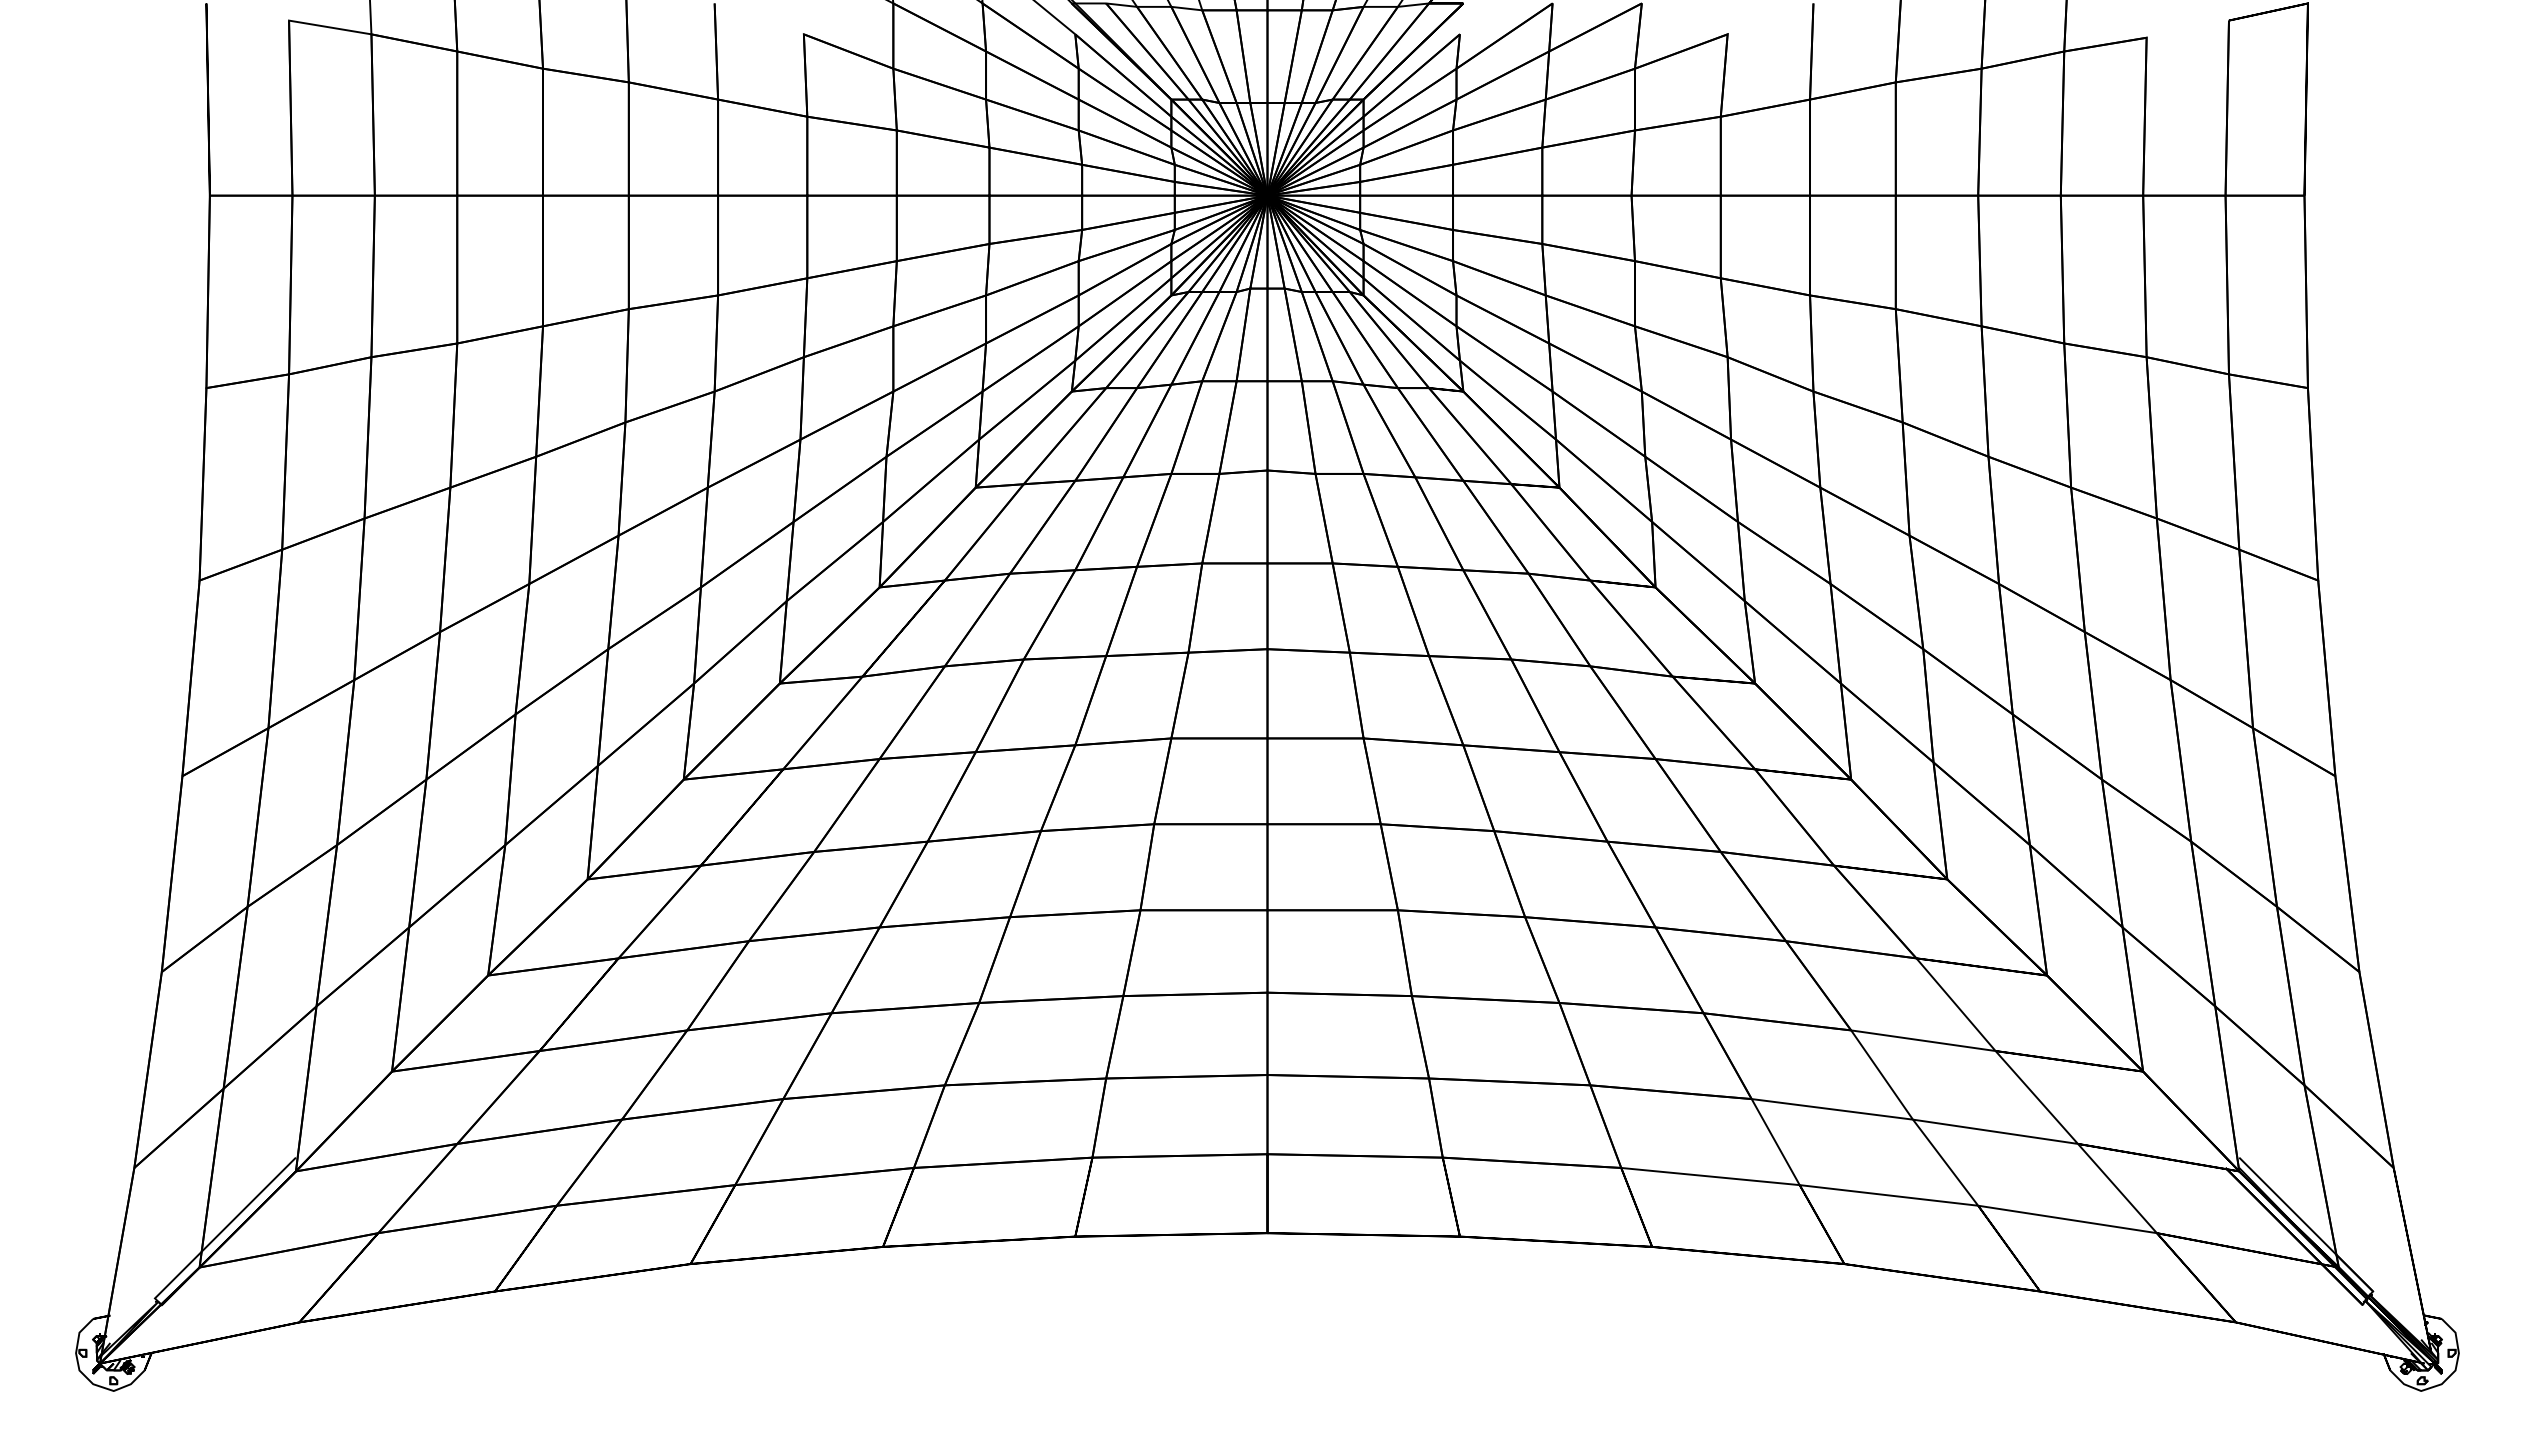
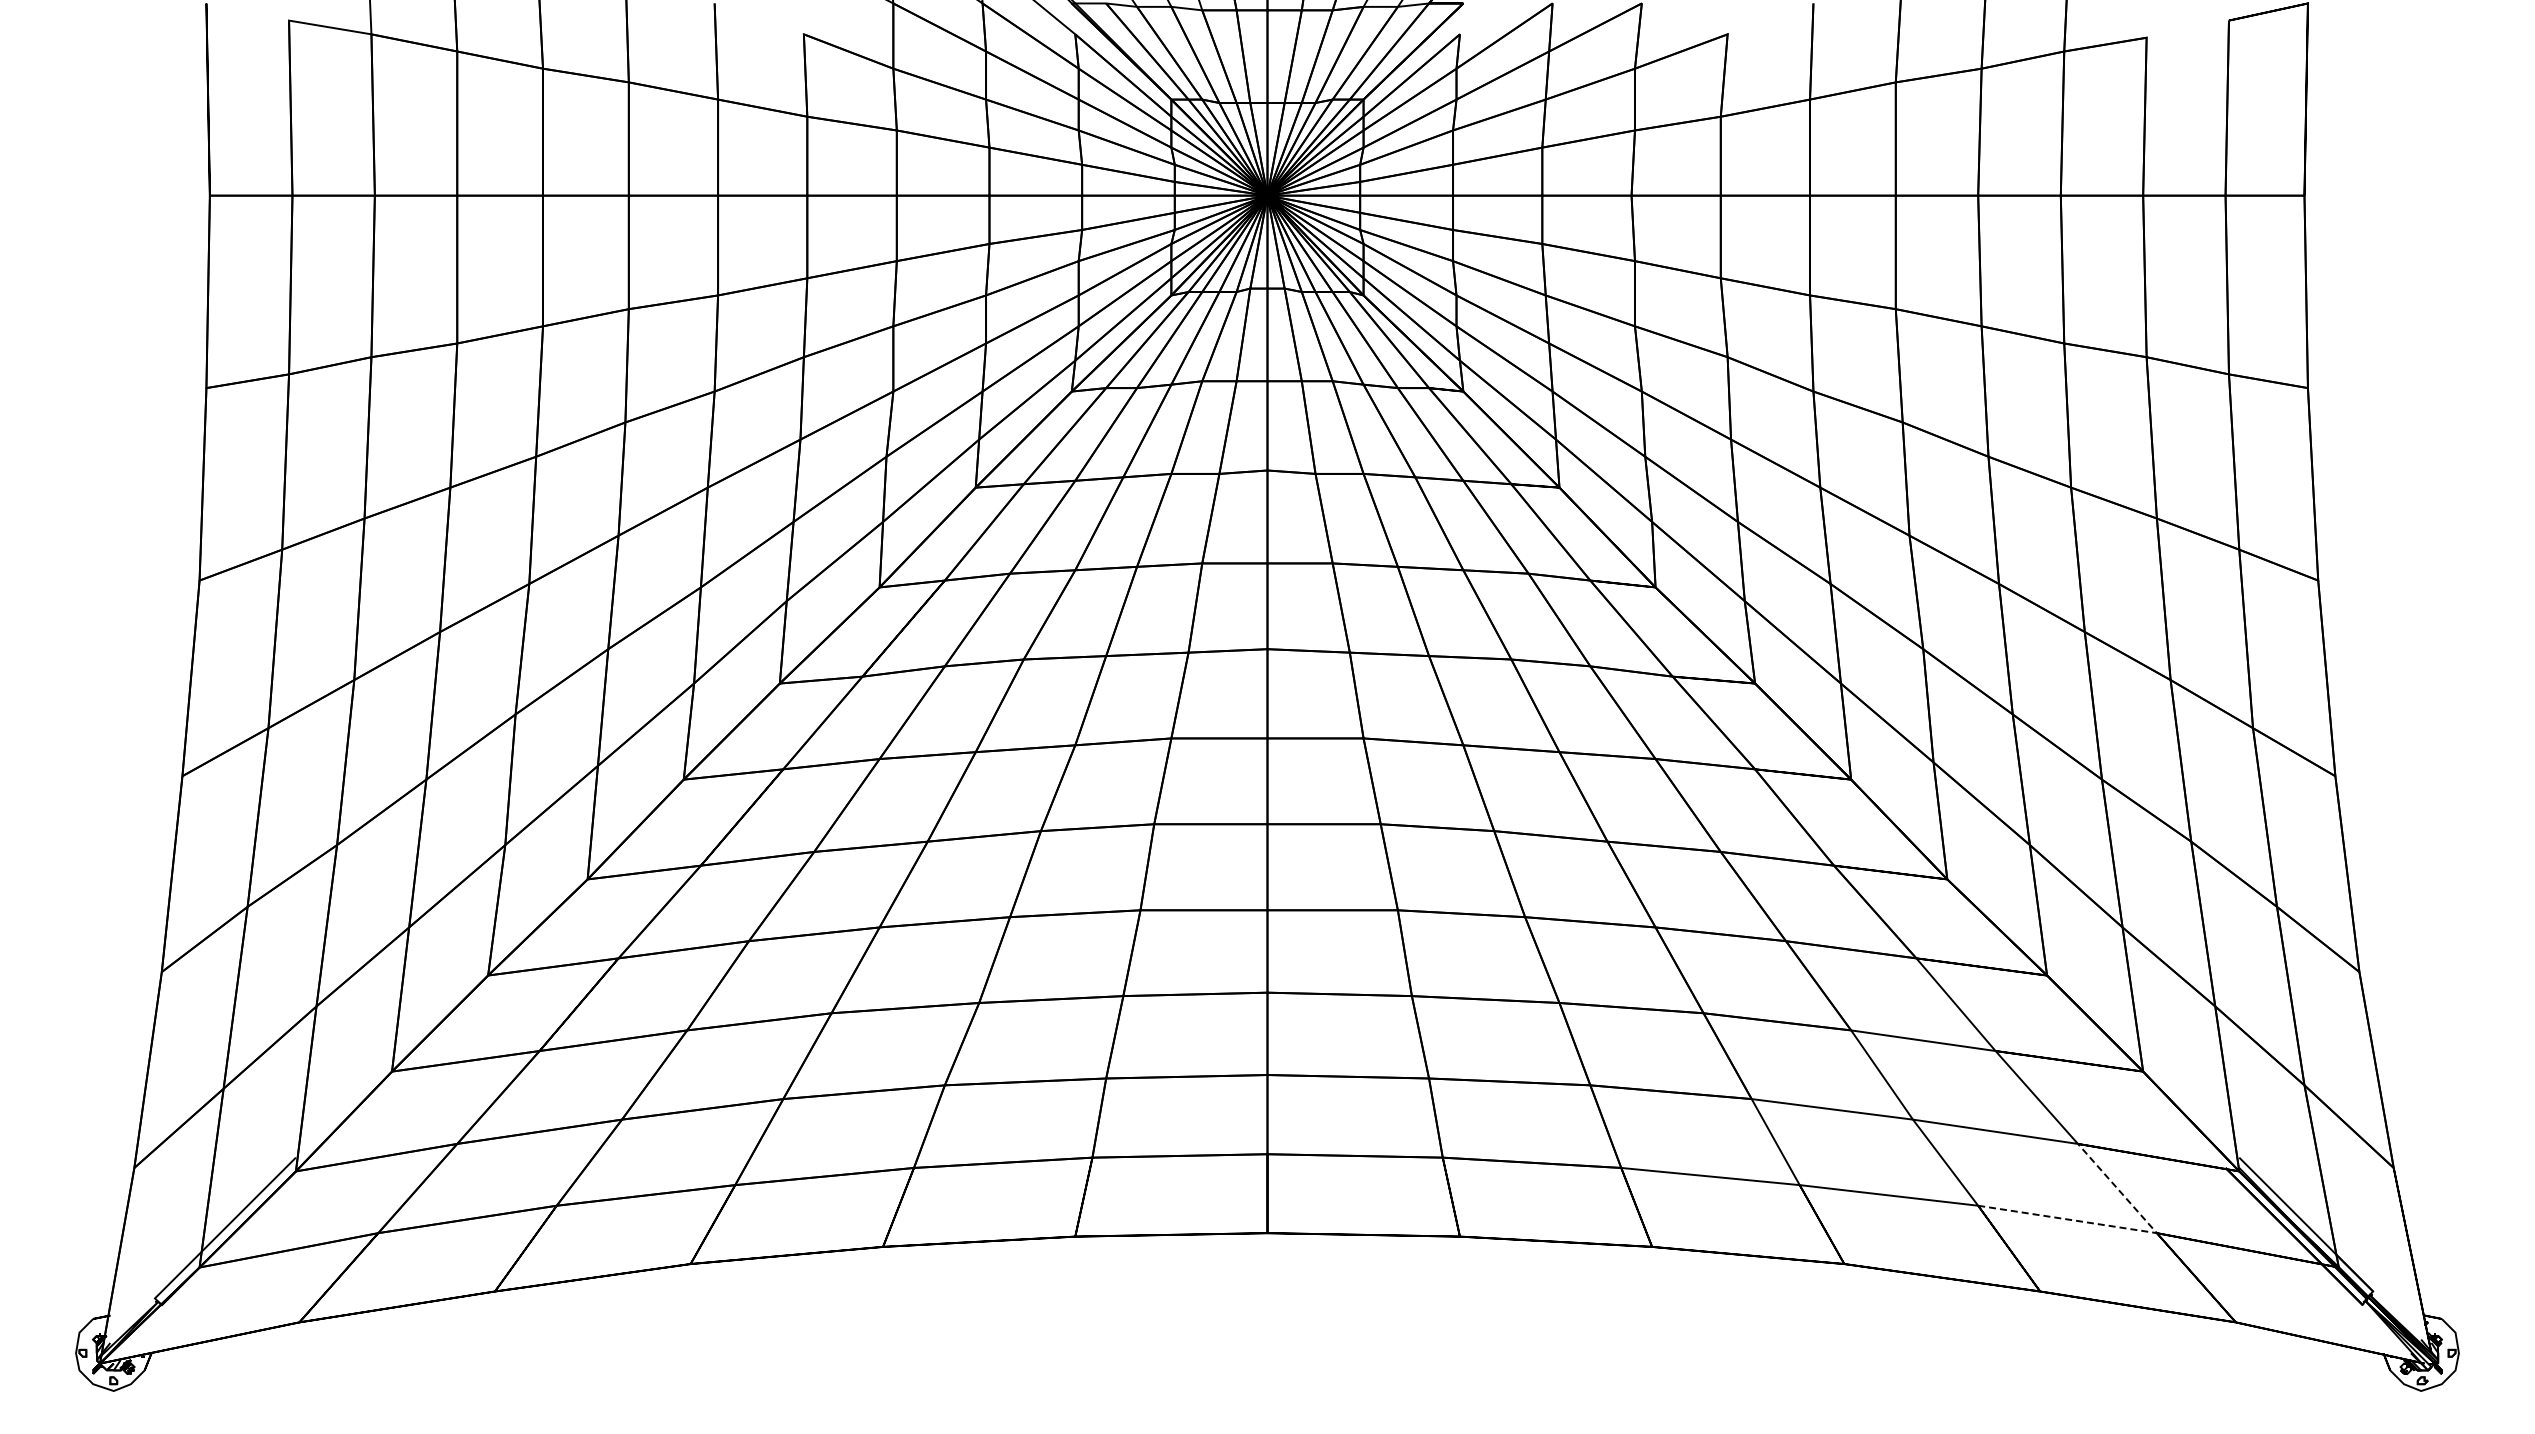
line at (2127, 1228): solid -> dashed
